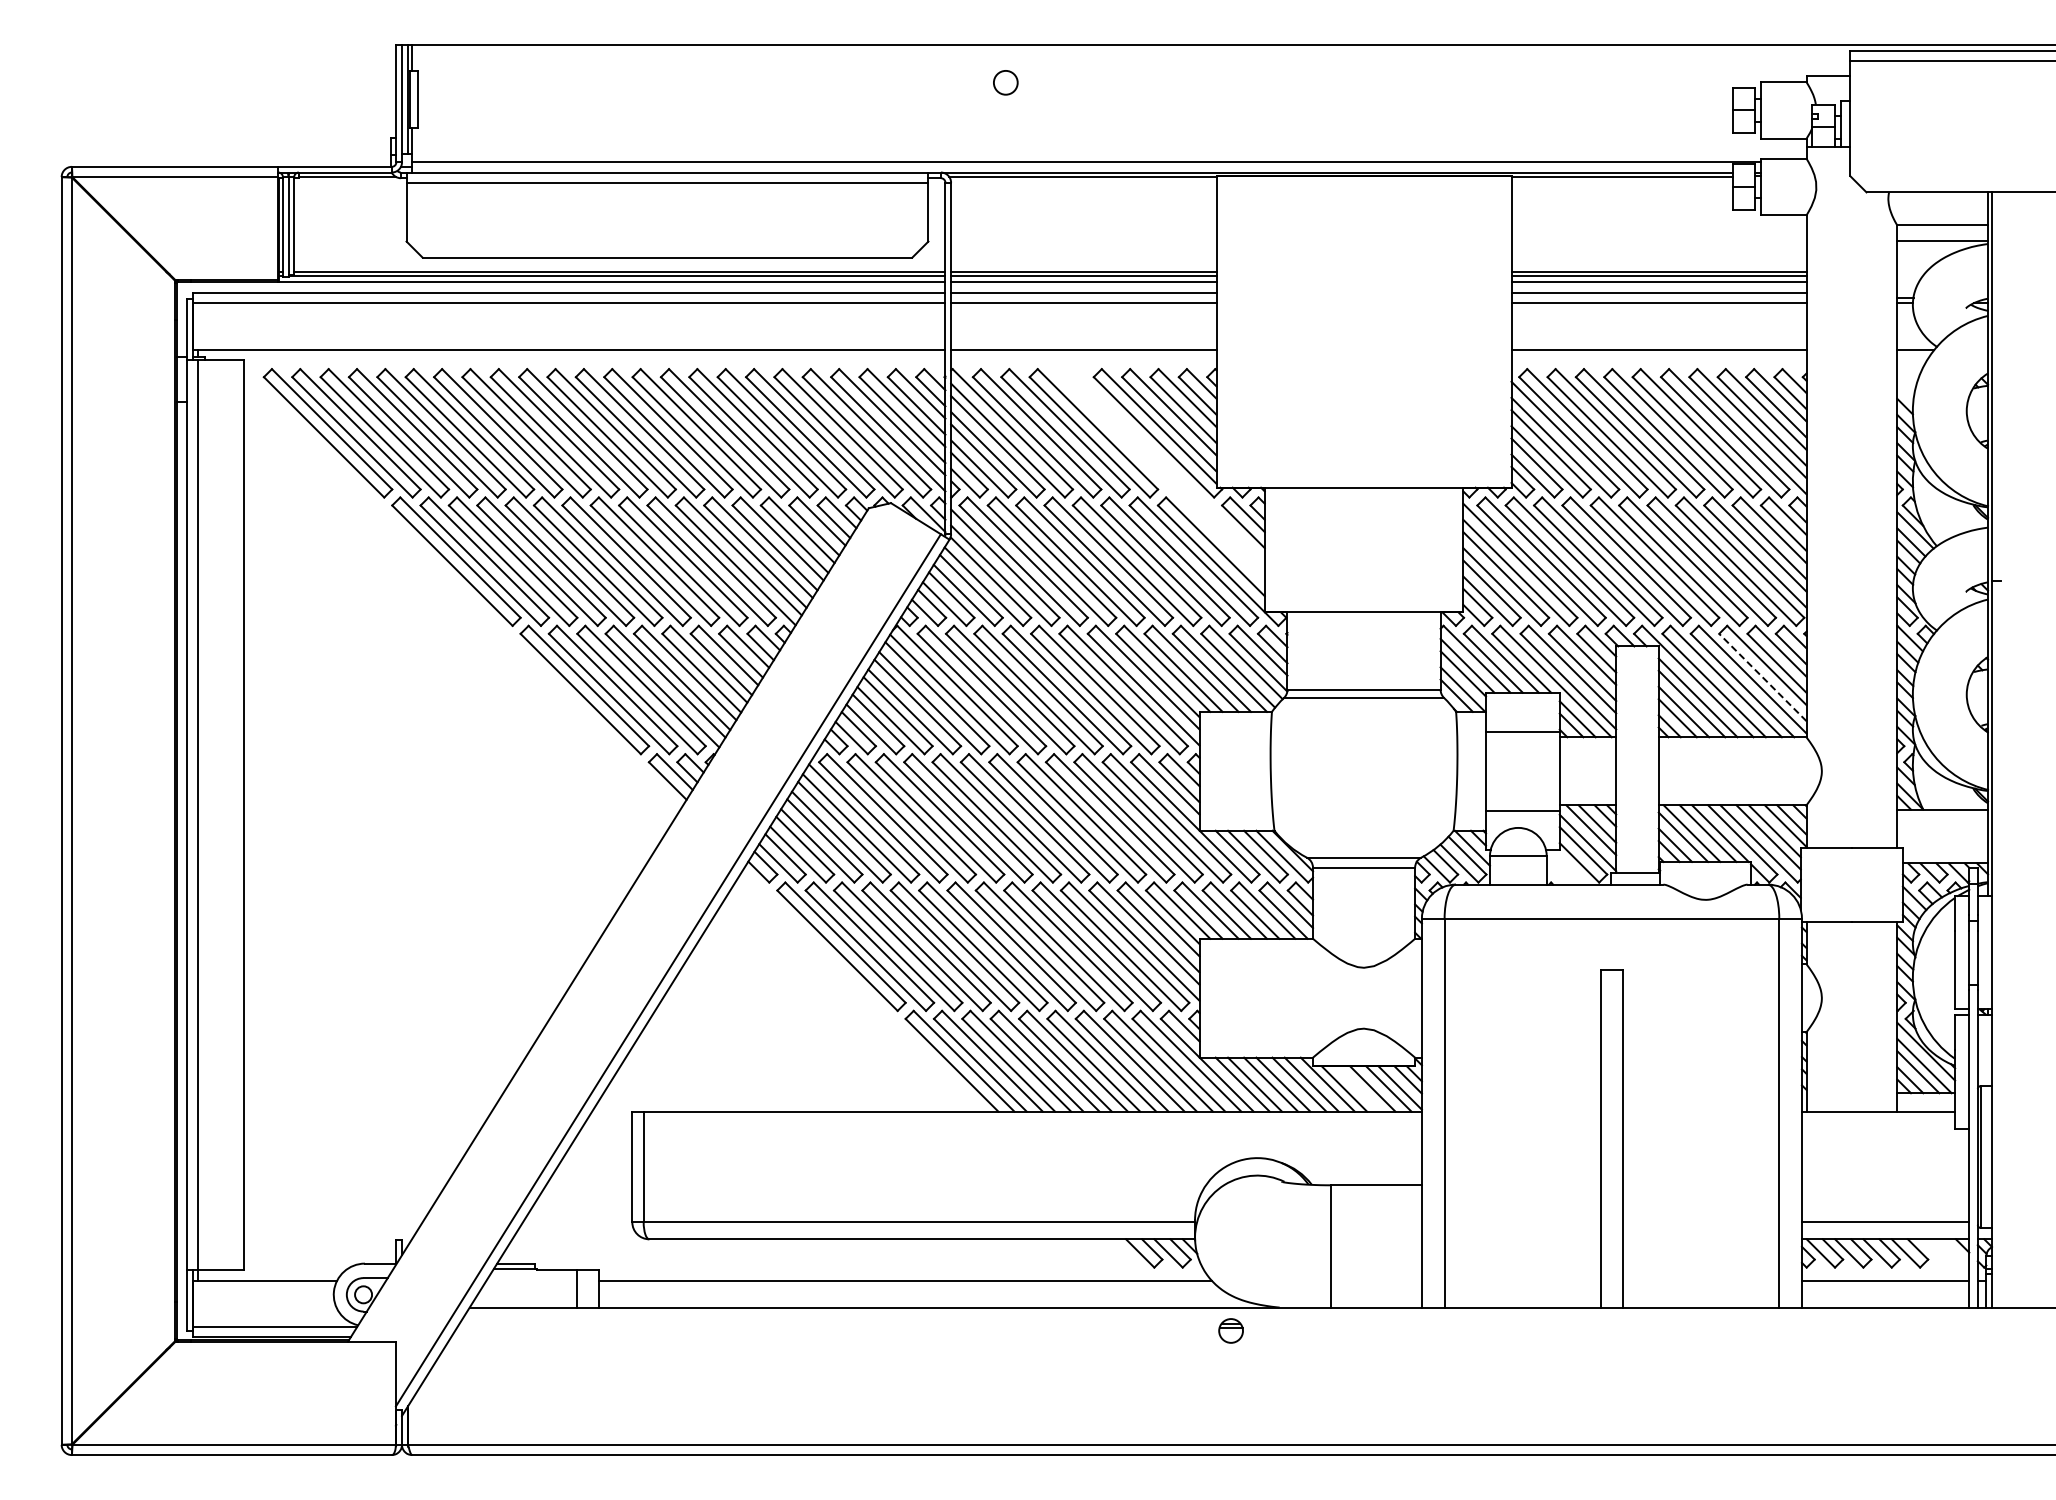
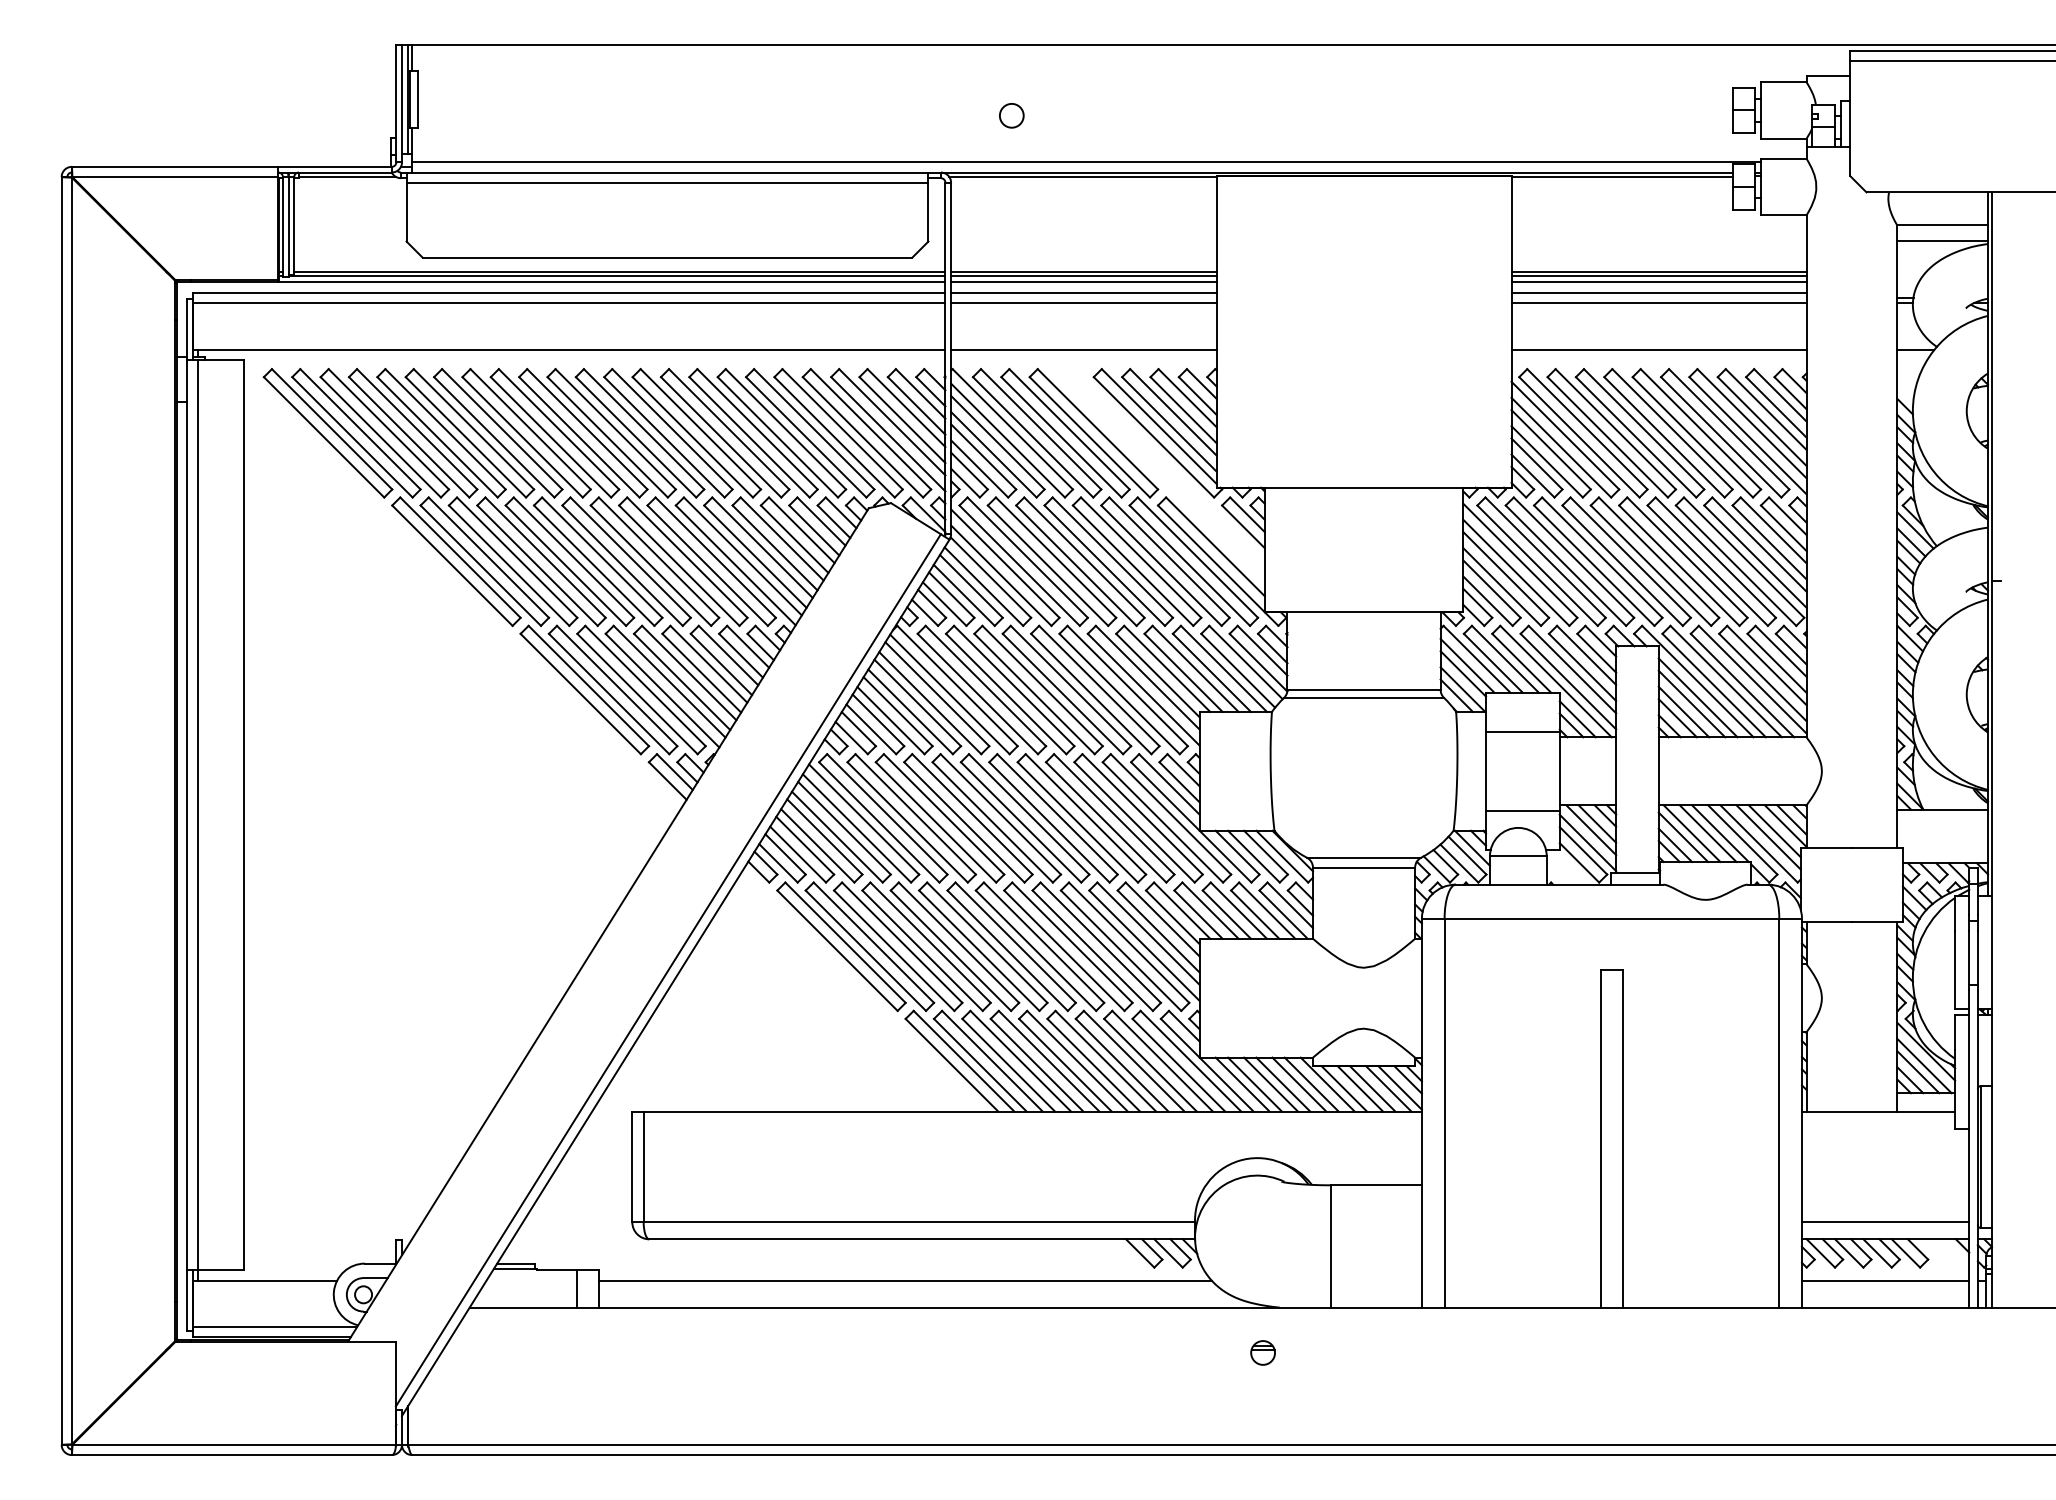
circle at (1005, 82) position: (1005, 82) -> (1011, 115)
line at (1762, 677): dashed -> solid
line at (1360, 1088): none -> present
part at (1230, 1330) position: (1230, 1330) -> (1262, 1352)
